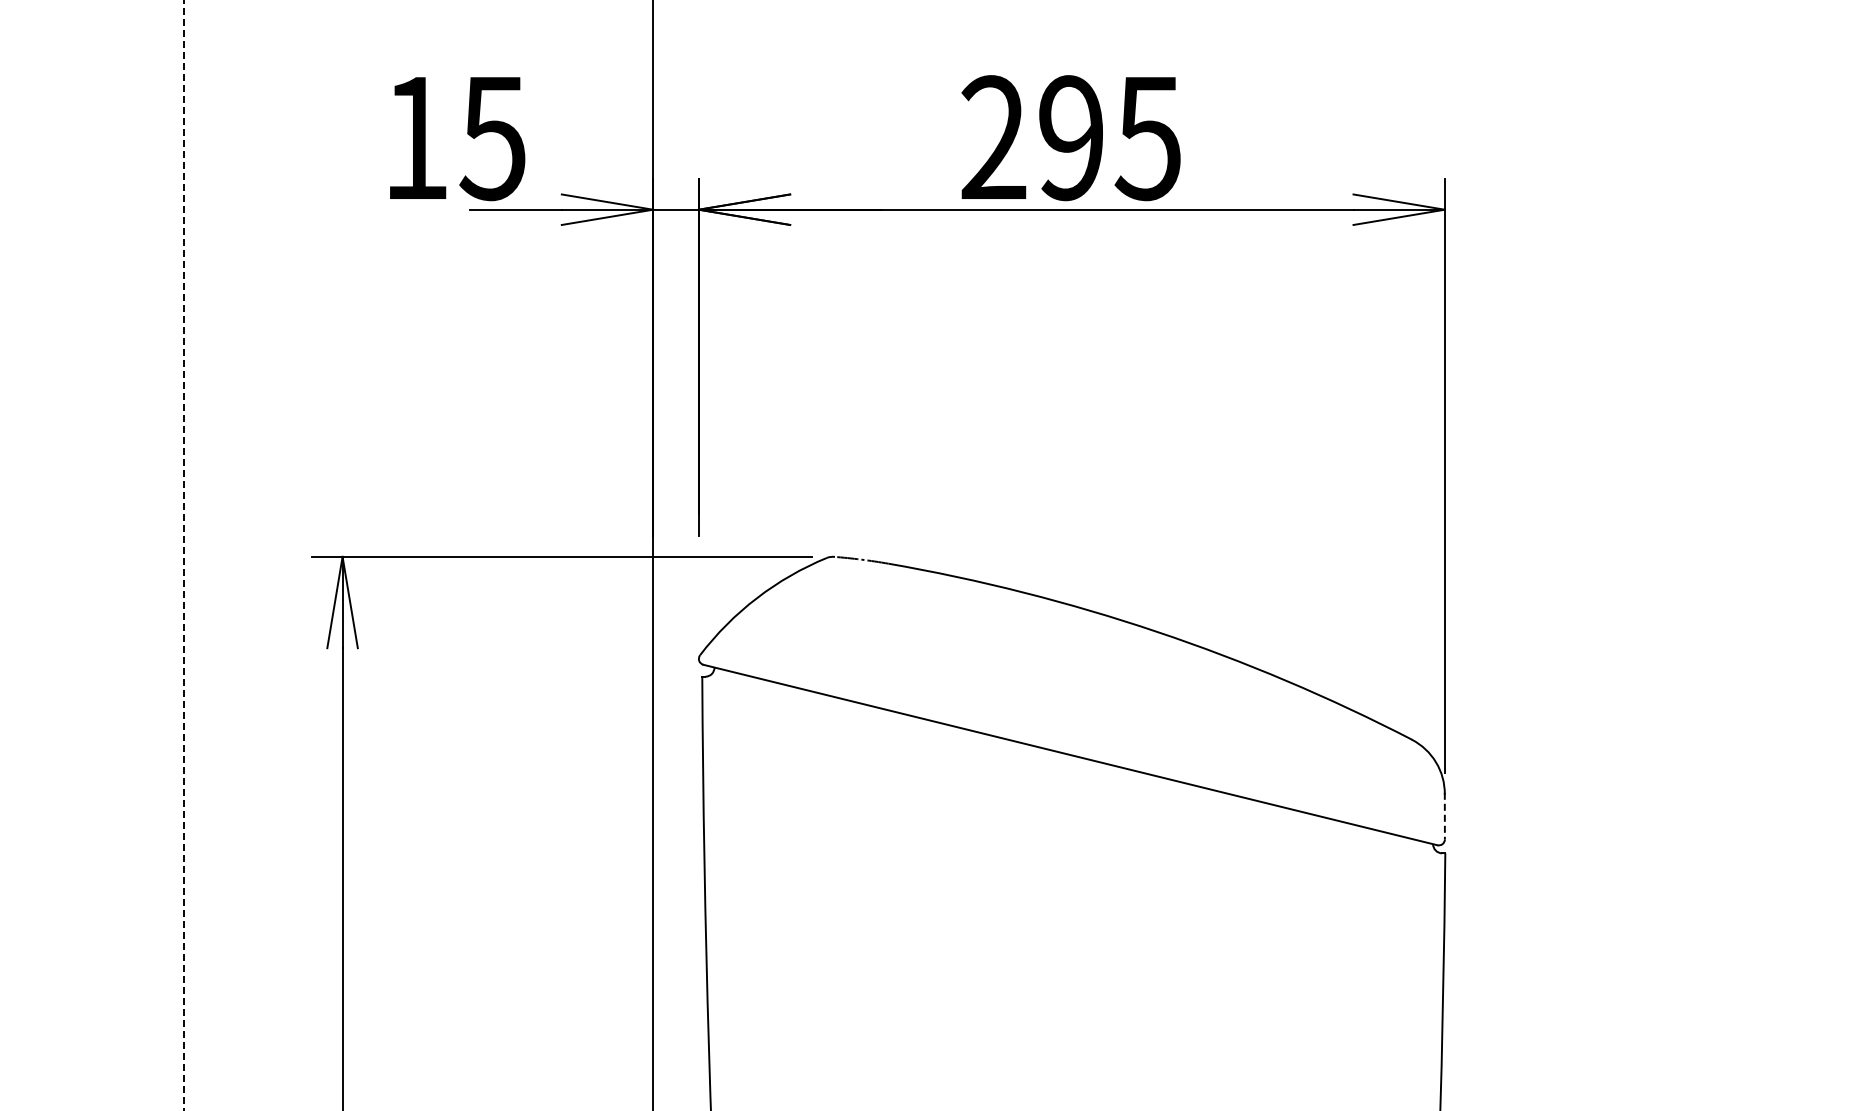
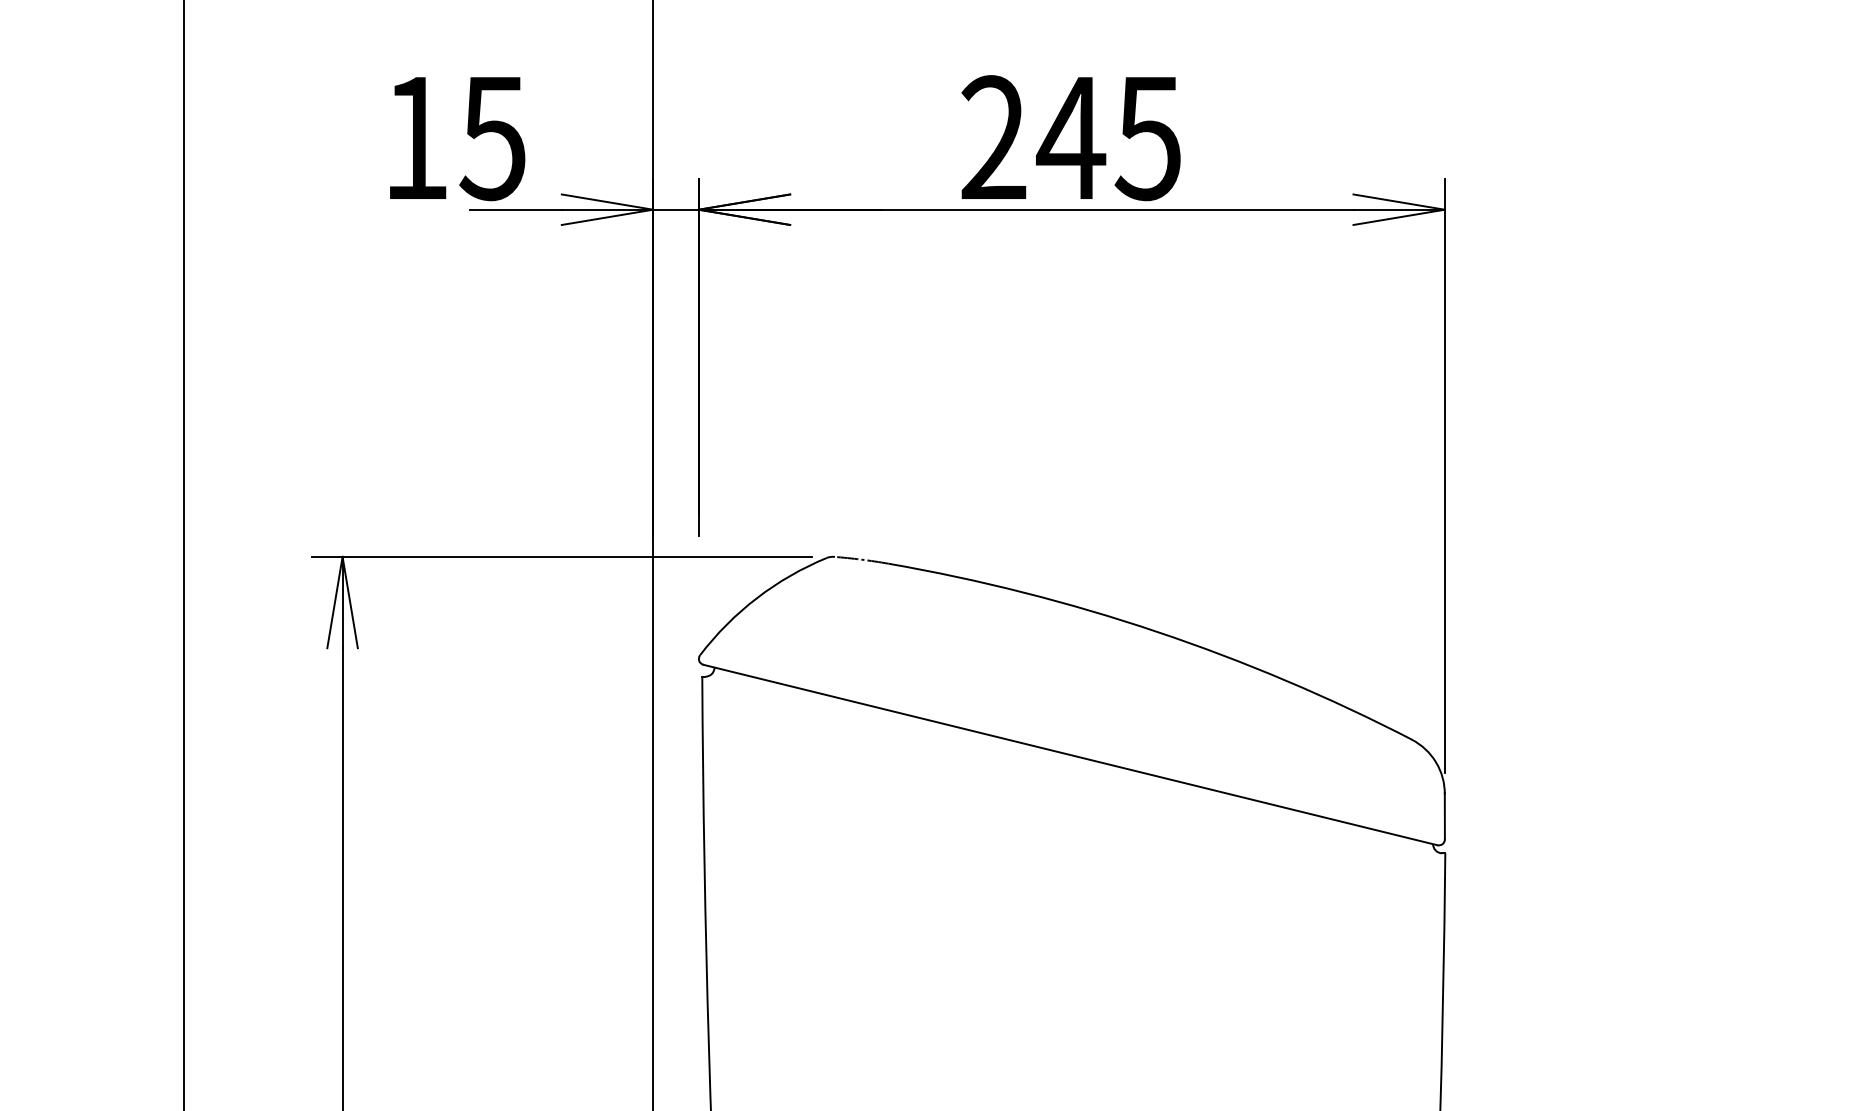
text at (1071, 138): 295 -> 245
line at (184, 555): dashed -> solid
line at (1444, 816): dashed -> solid
